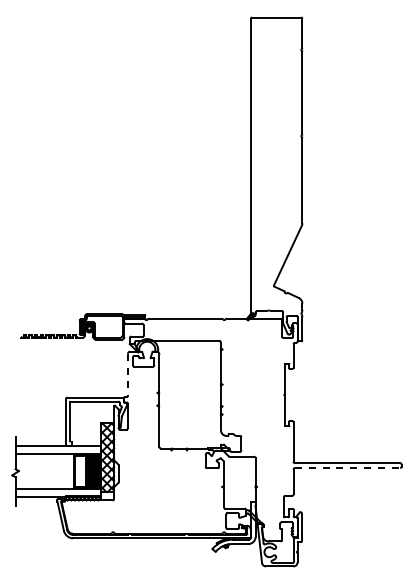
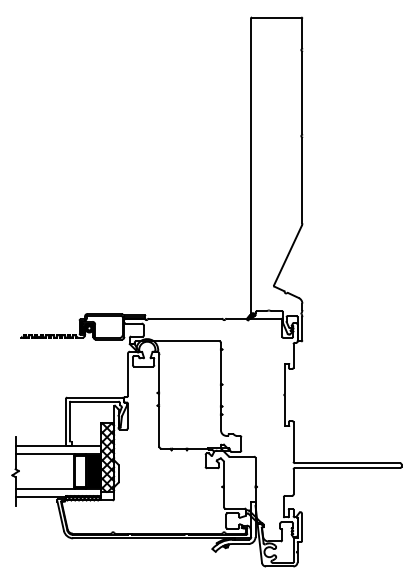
line at (127, 375): dashed -> solid
line at (347, 468): dashed -> solid
